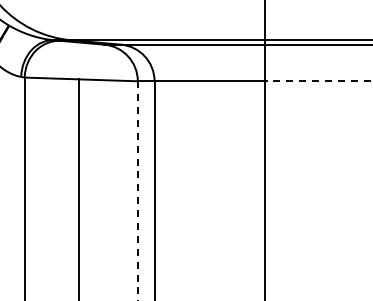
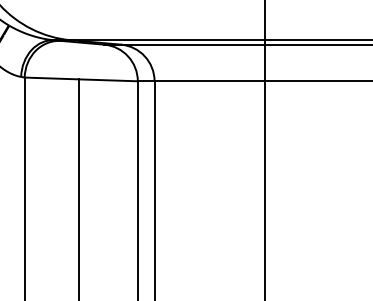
line at (318, 81): dashed -> solid
line at (137, 191): dashed -> solid
